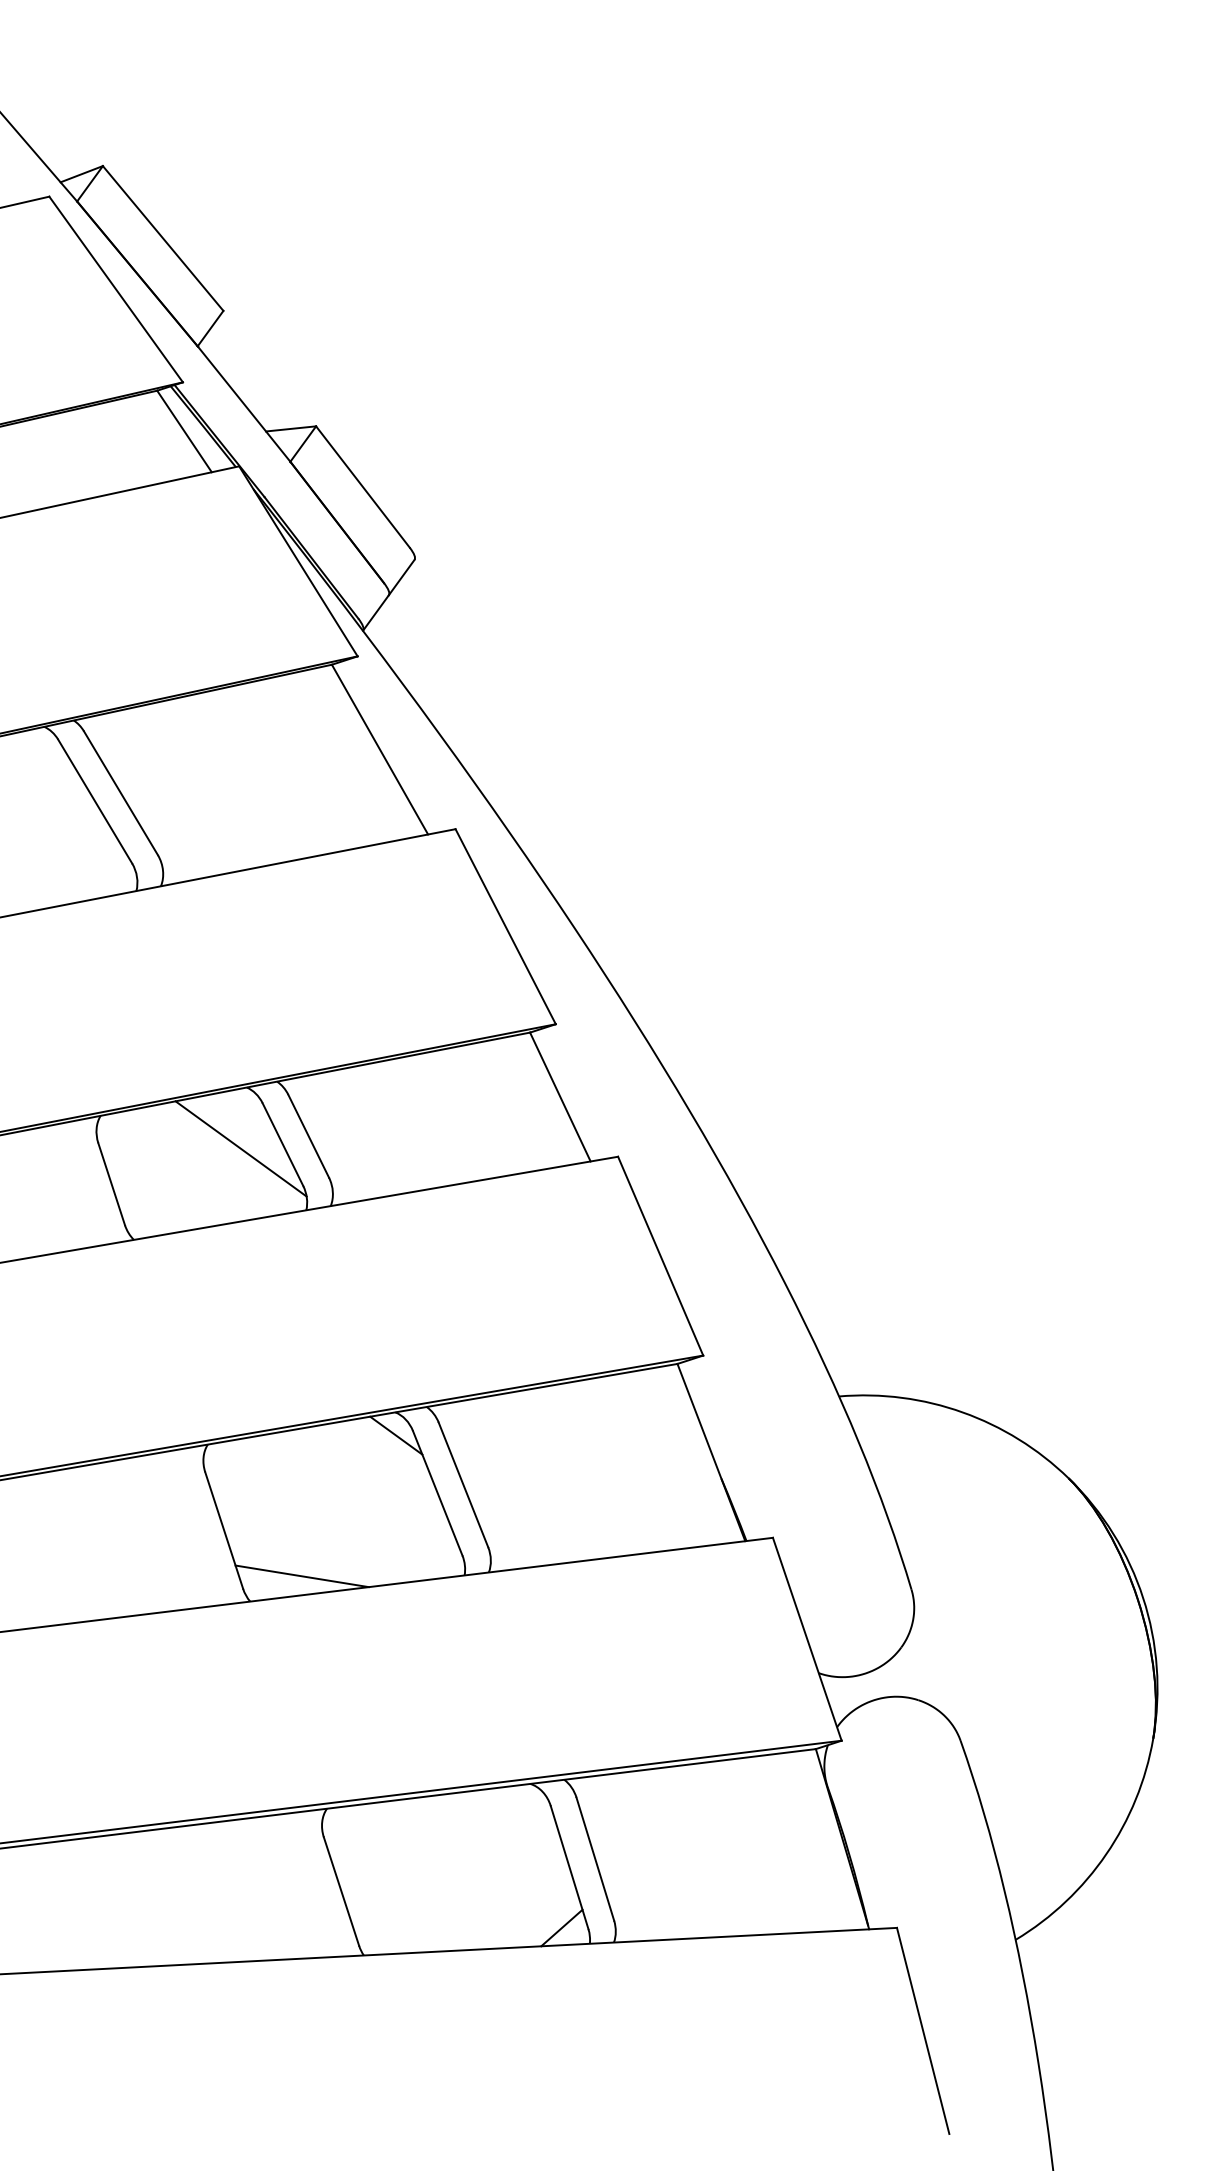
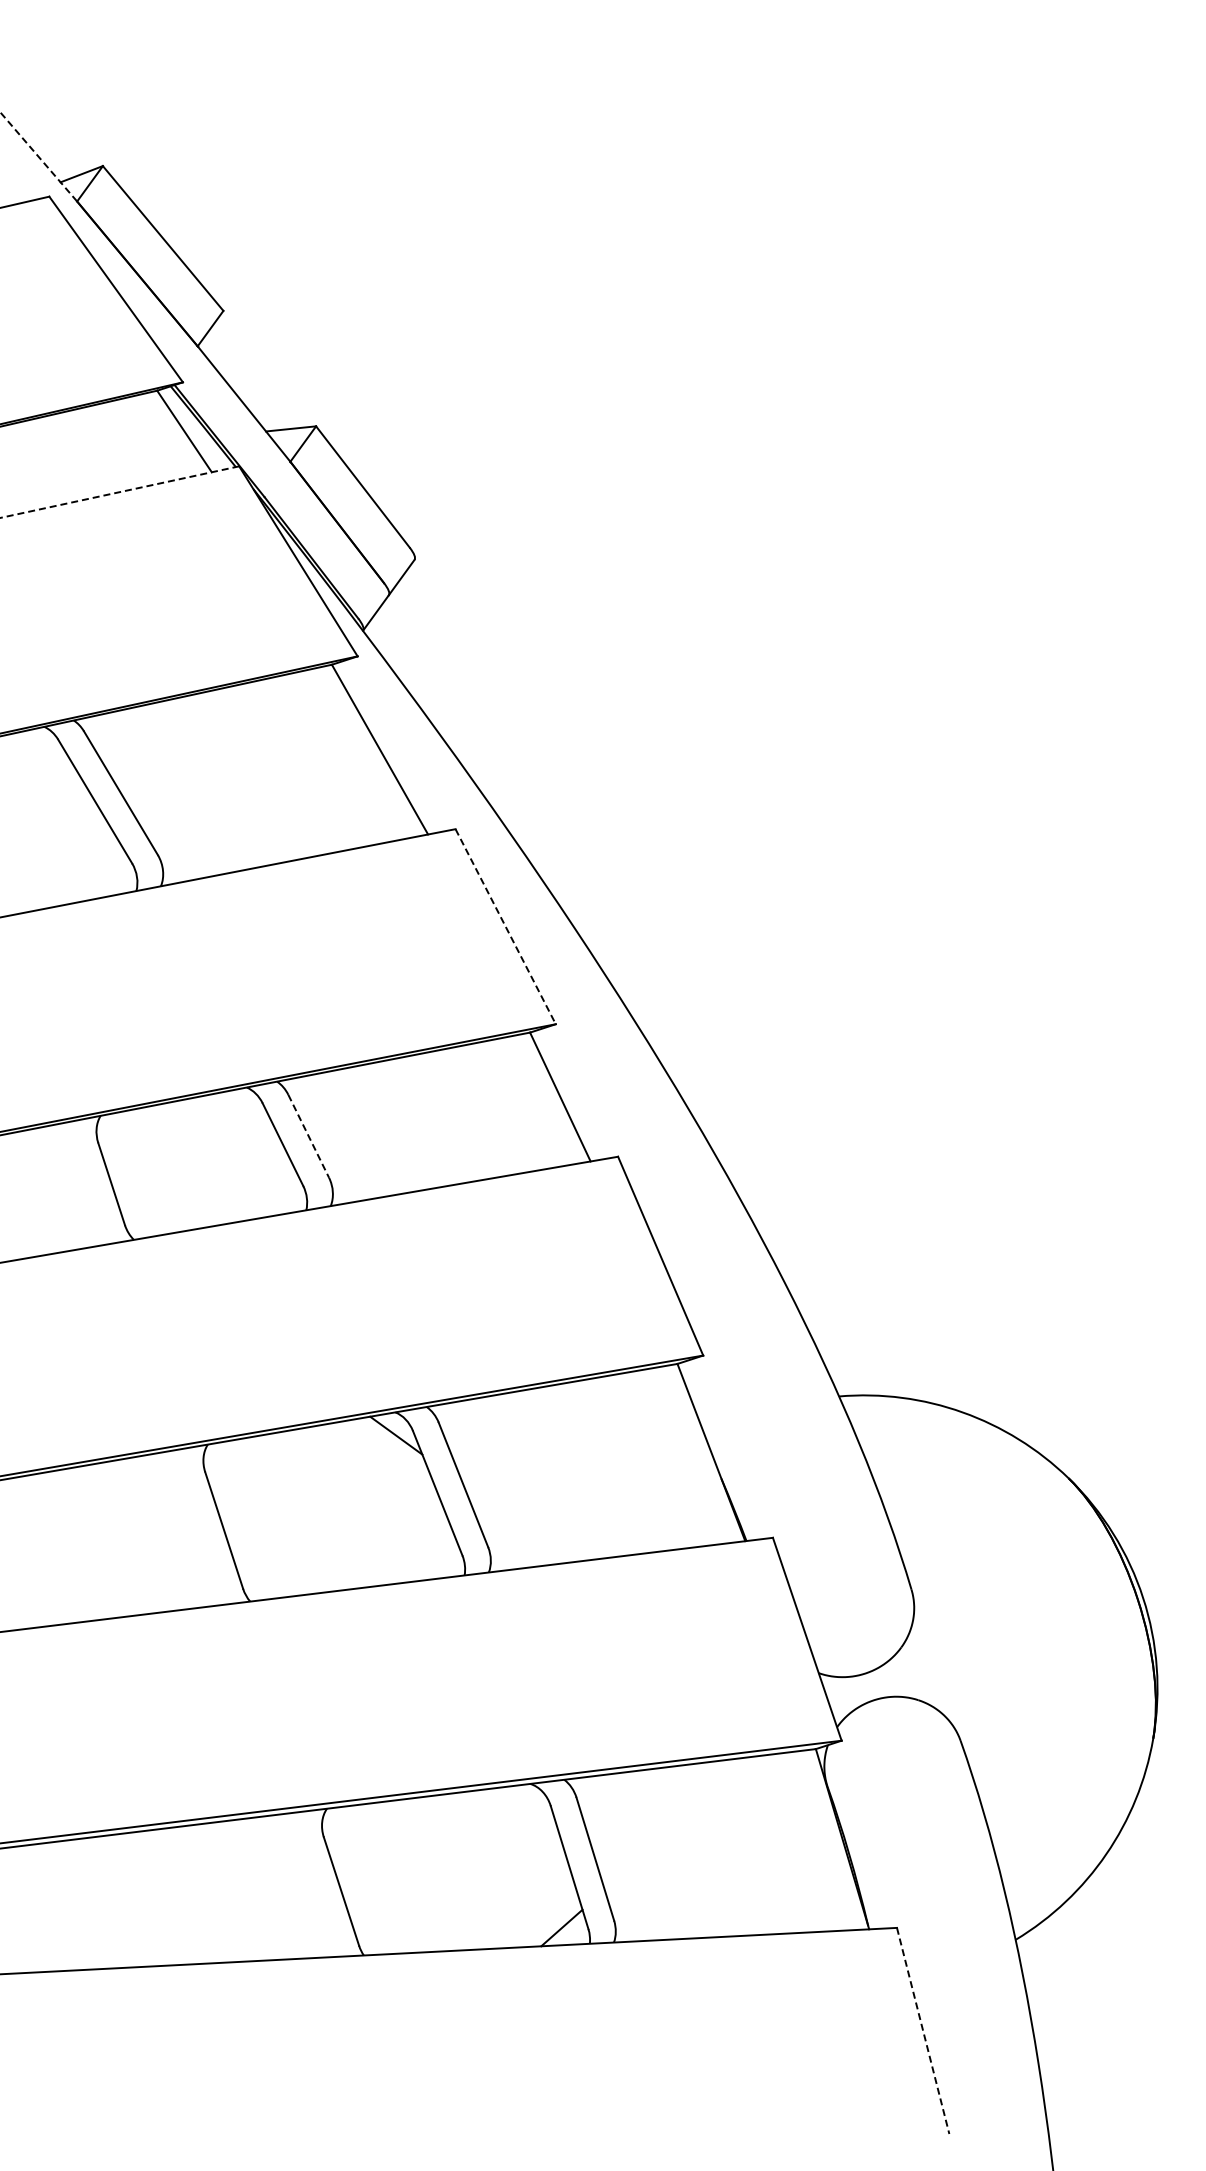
line at (38, 156): solid -> dashed
line at (119, 492): solid -> dashed
line at (505, 926): solid -> dashed
line at (308, 1136): solid -> dashed
line at (240, 1148): present -> none
line at (301, 1576): present -> none
line at (923, 2031): solid -> dashed
